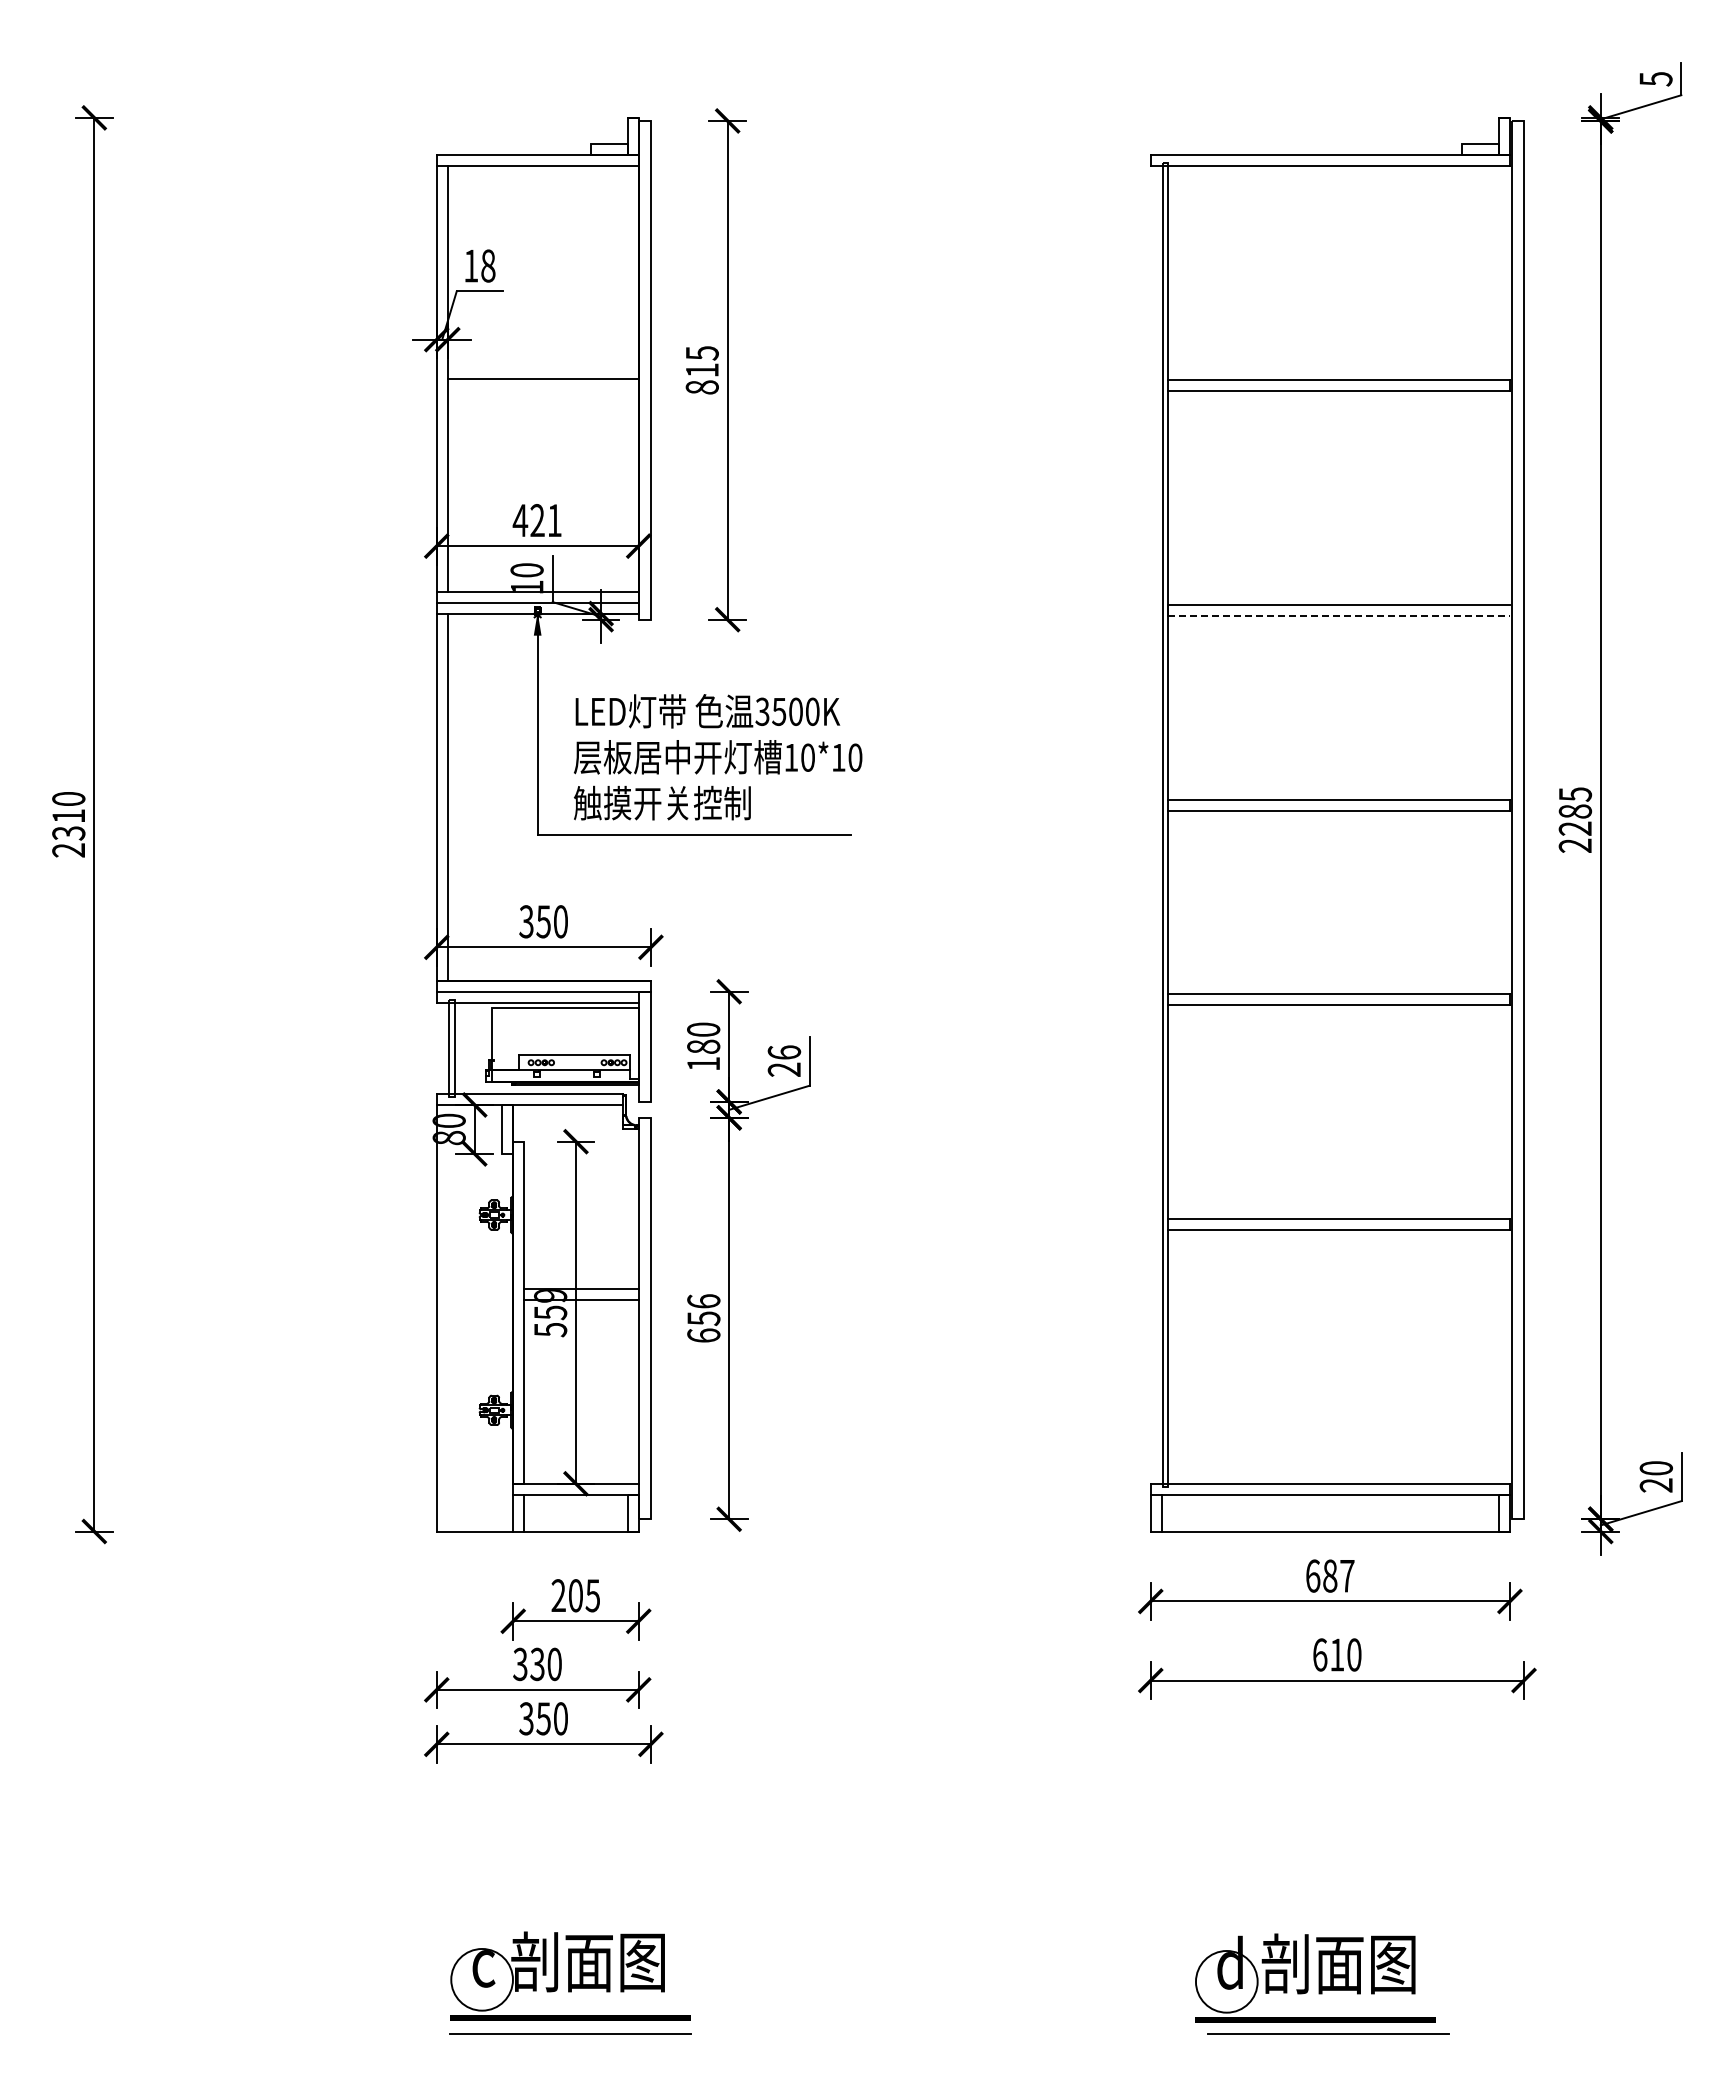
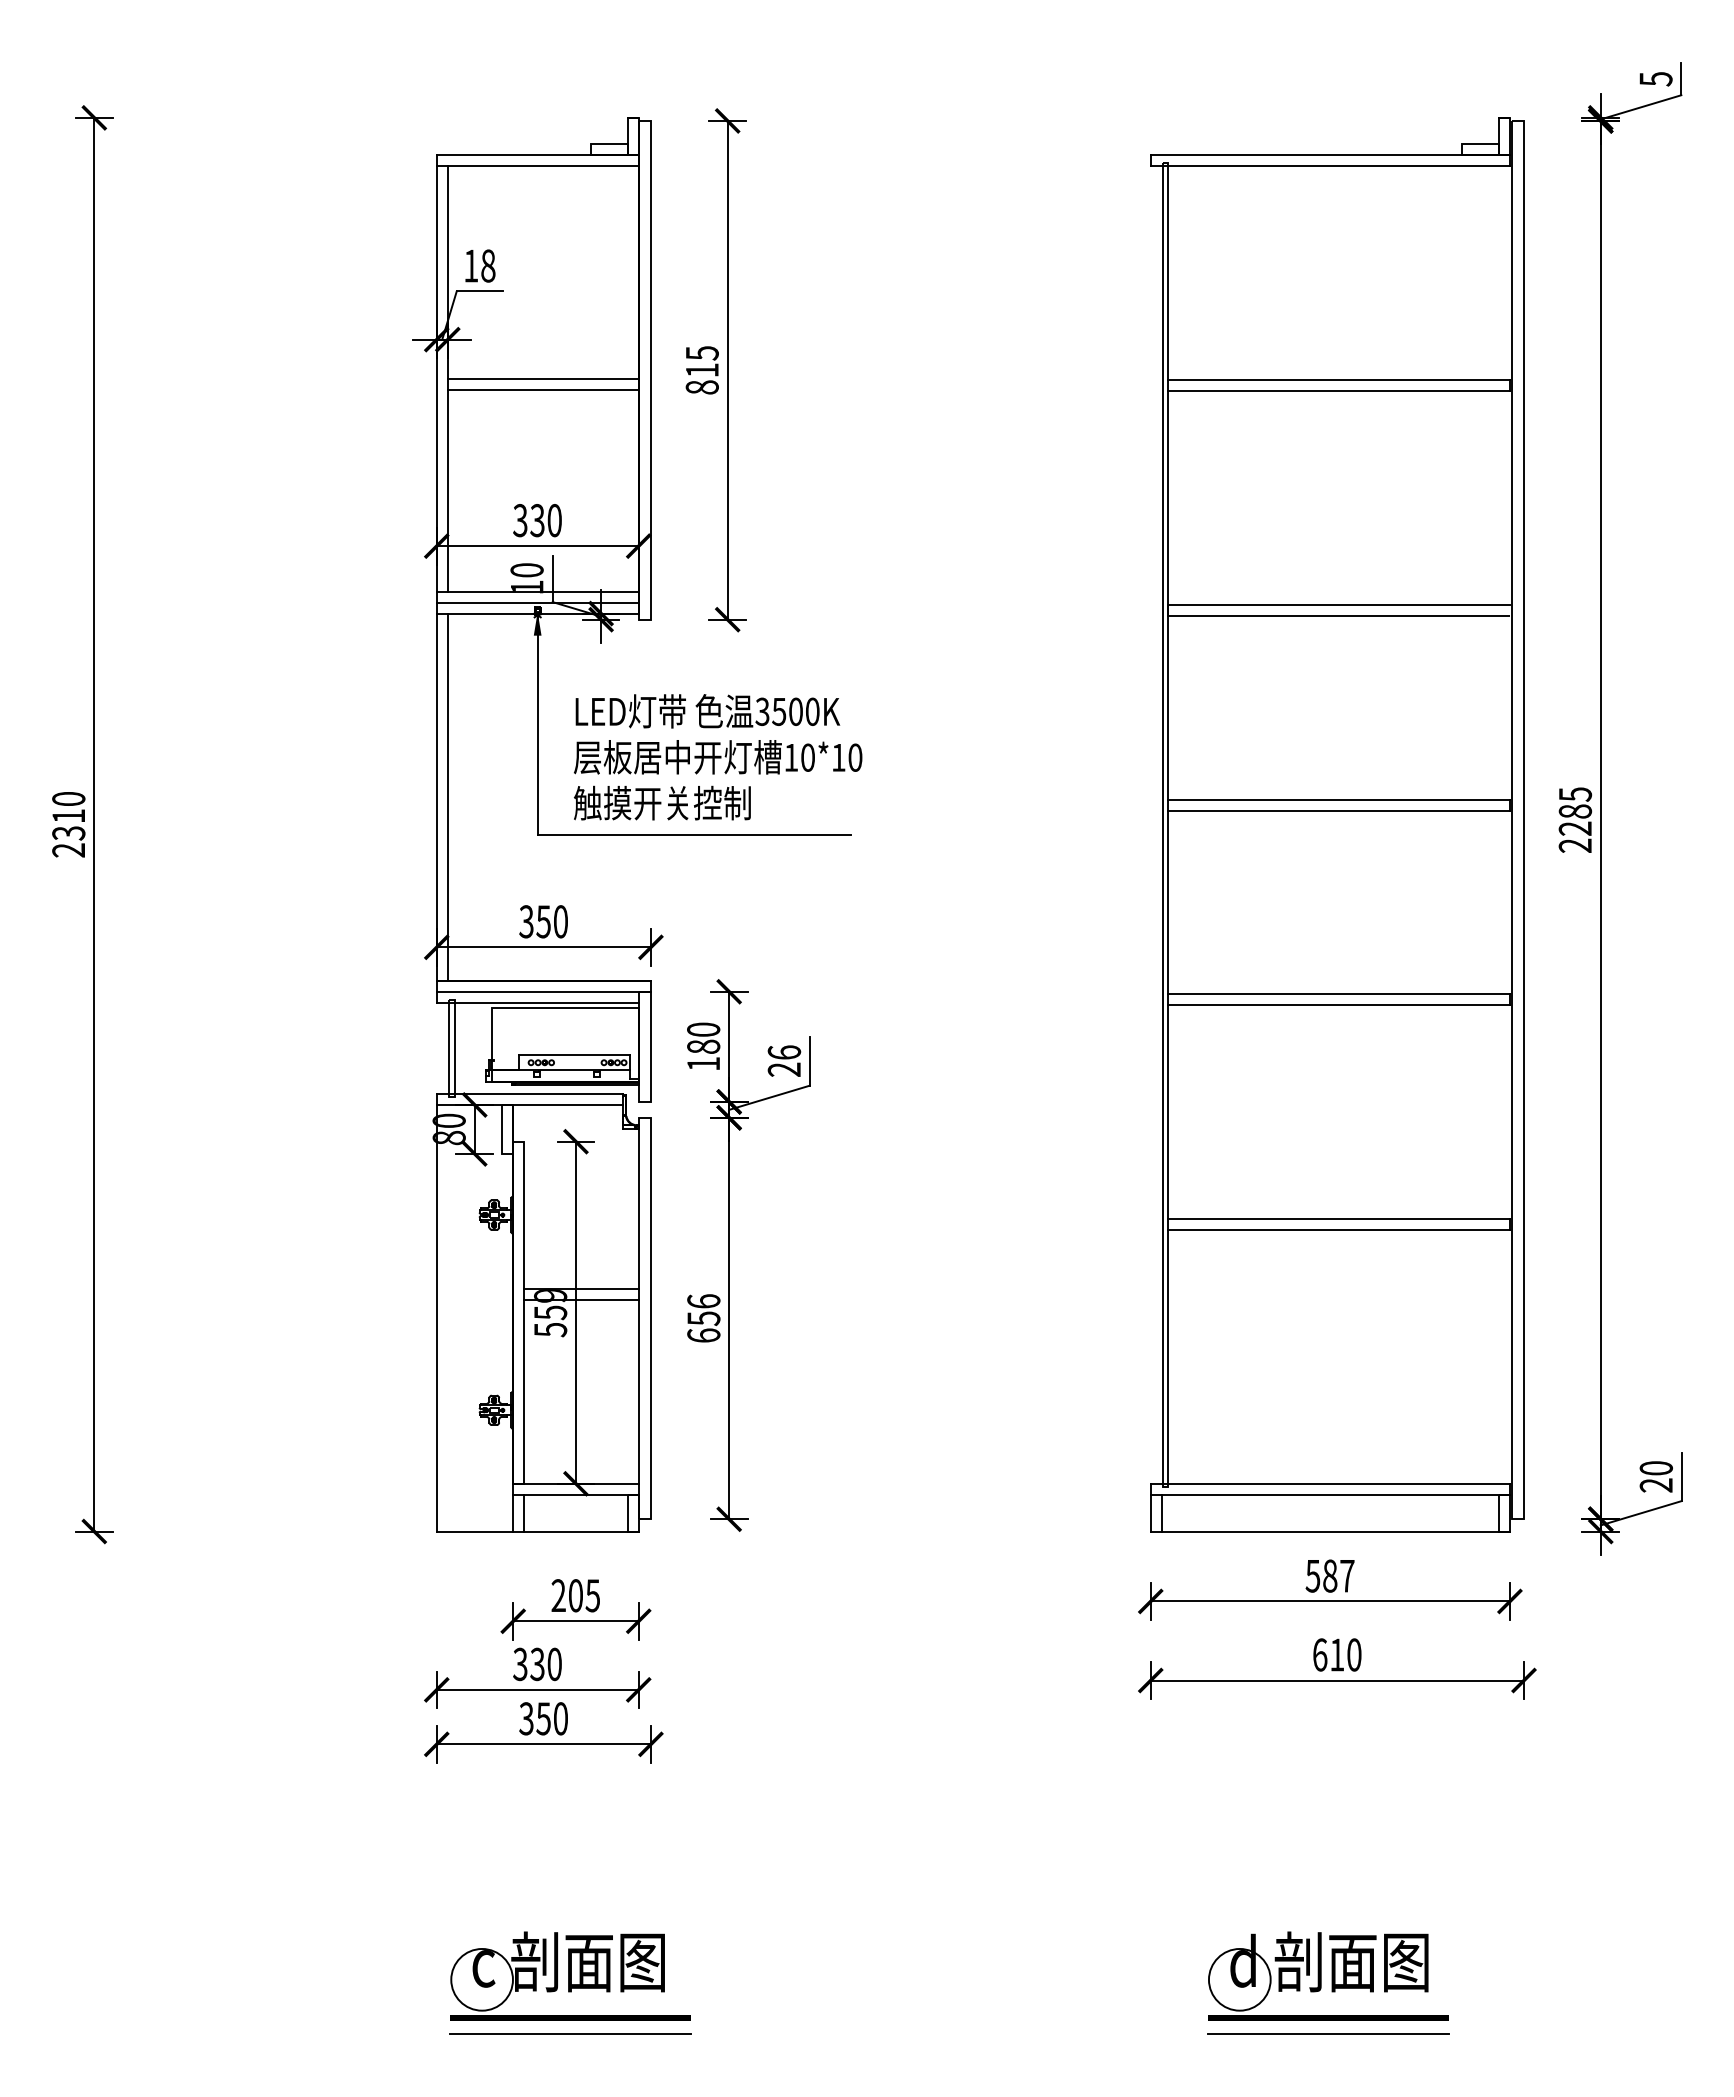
line at (542, 389): none -> present
text at (536, 520): 421 -> 330
line at (1339, 616): dashed -> solid
text at (1312, 1575): 687 -> 587
part at (1315, 1977) position: (1315, 1977) -> (1328, 1975)
